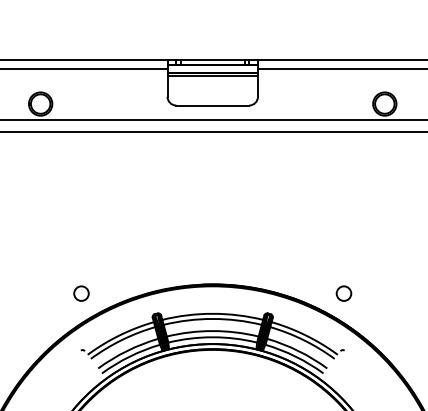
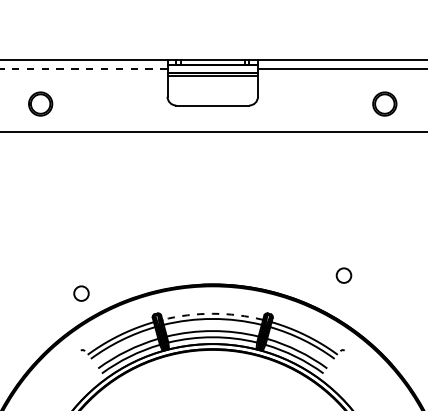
line at (83, 69): solid -> dashed
line at (213, 120): present -> none
circle at (343, 293) position: (343, 293) -> (343, 275)
arc at (212, 313): solid -> dashed
